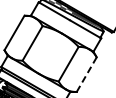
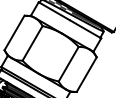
line at (86, 74): dashed -> solid
